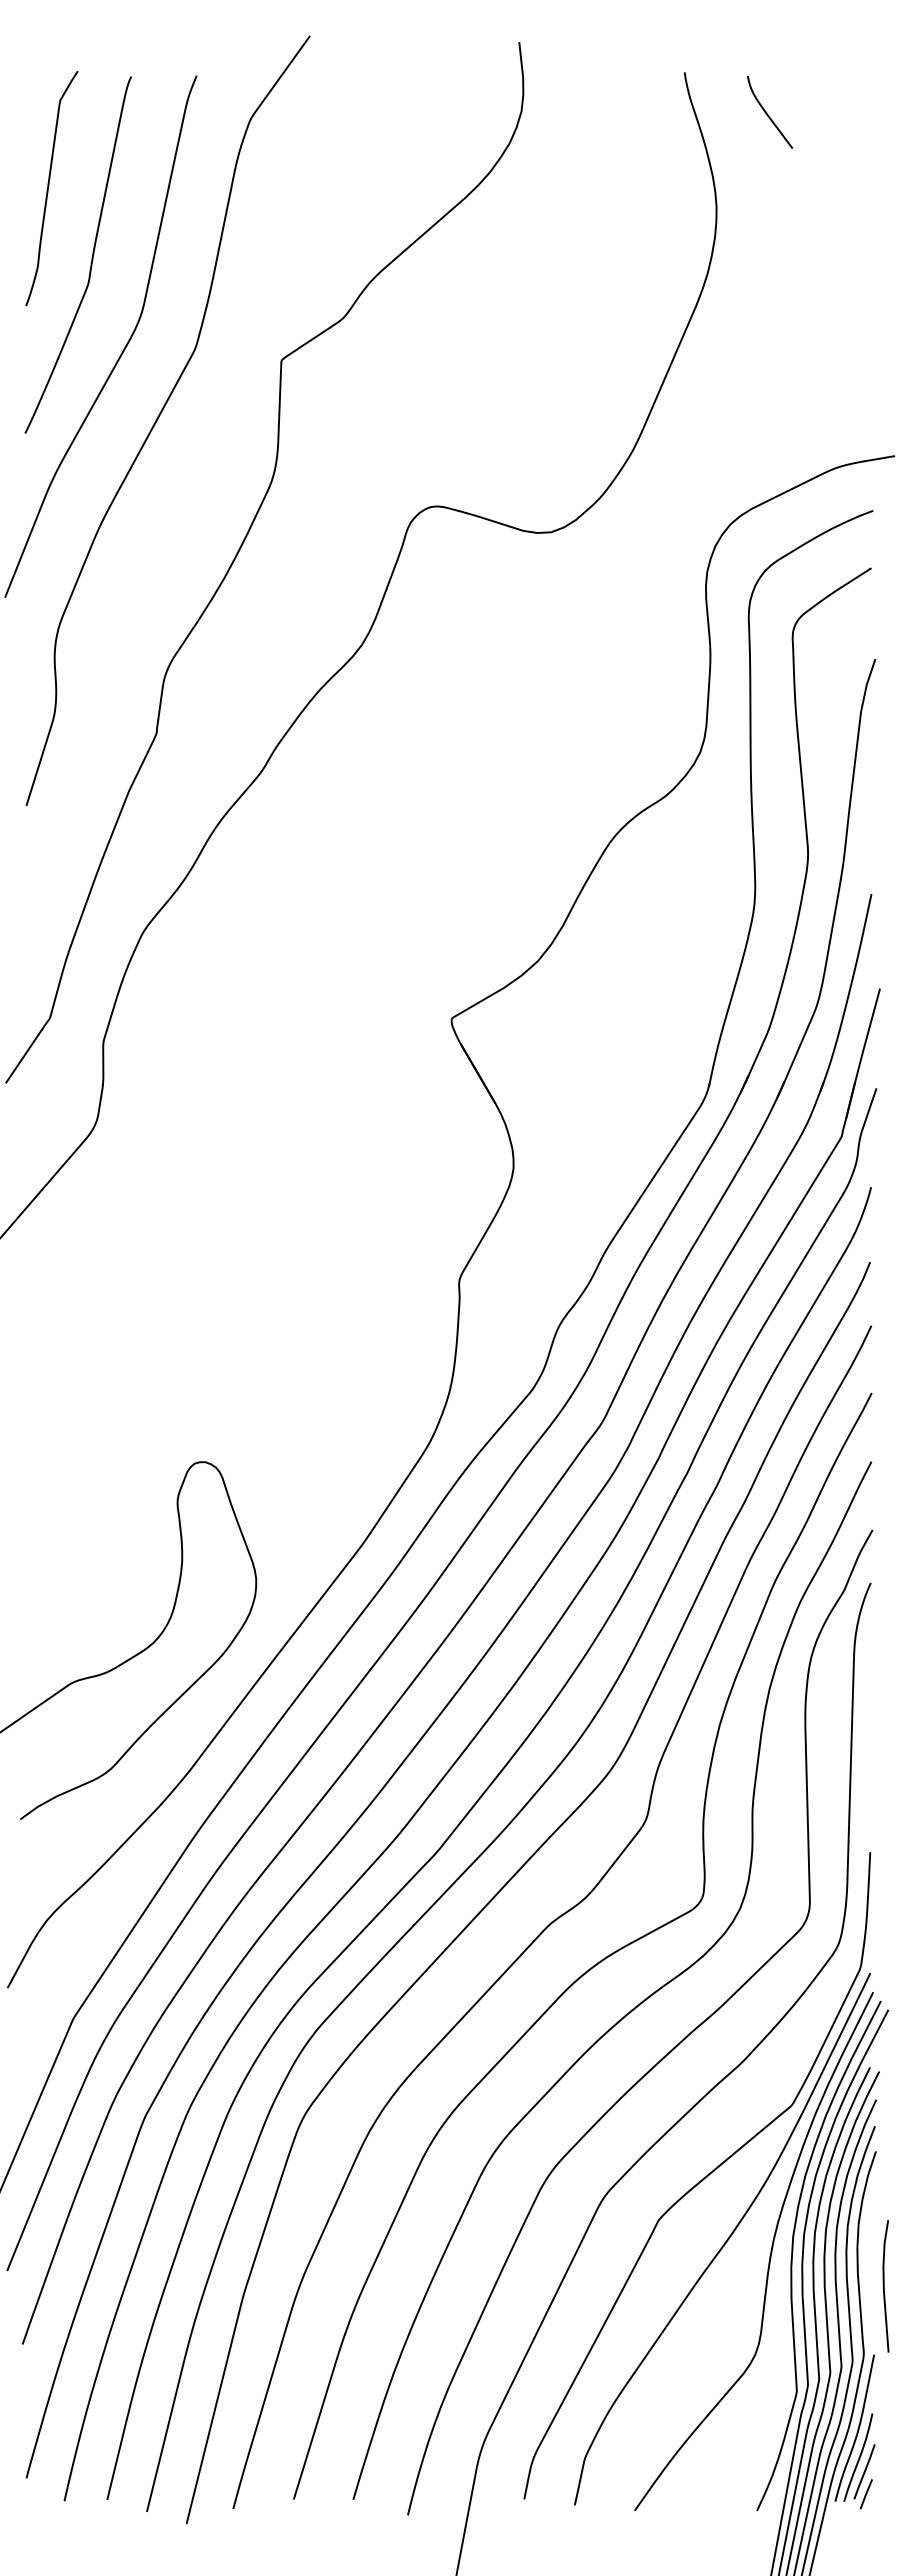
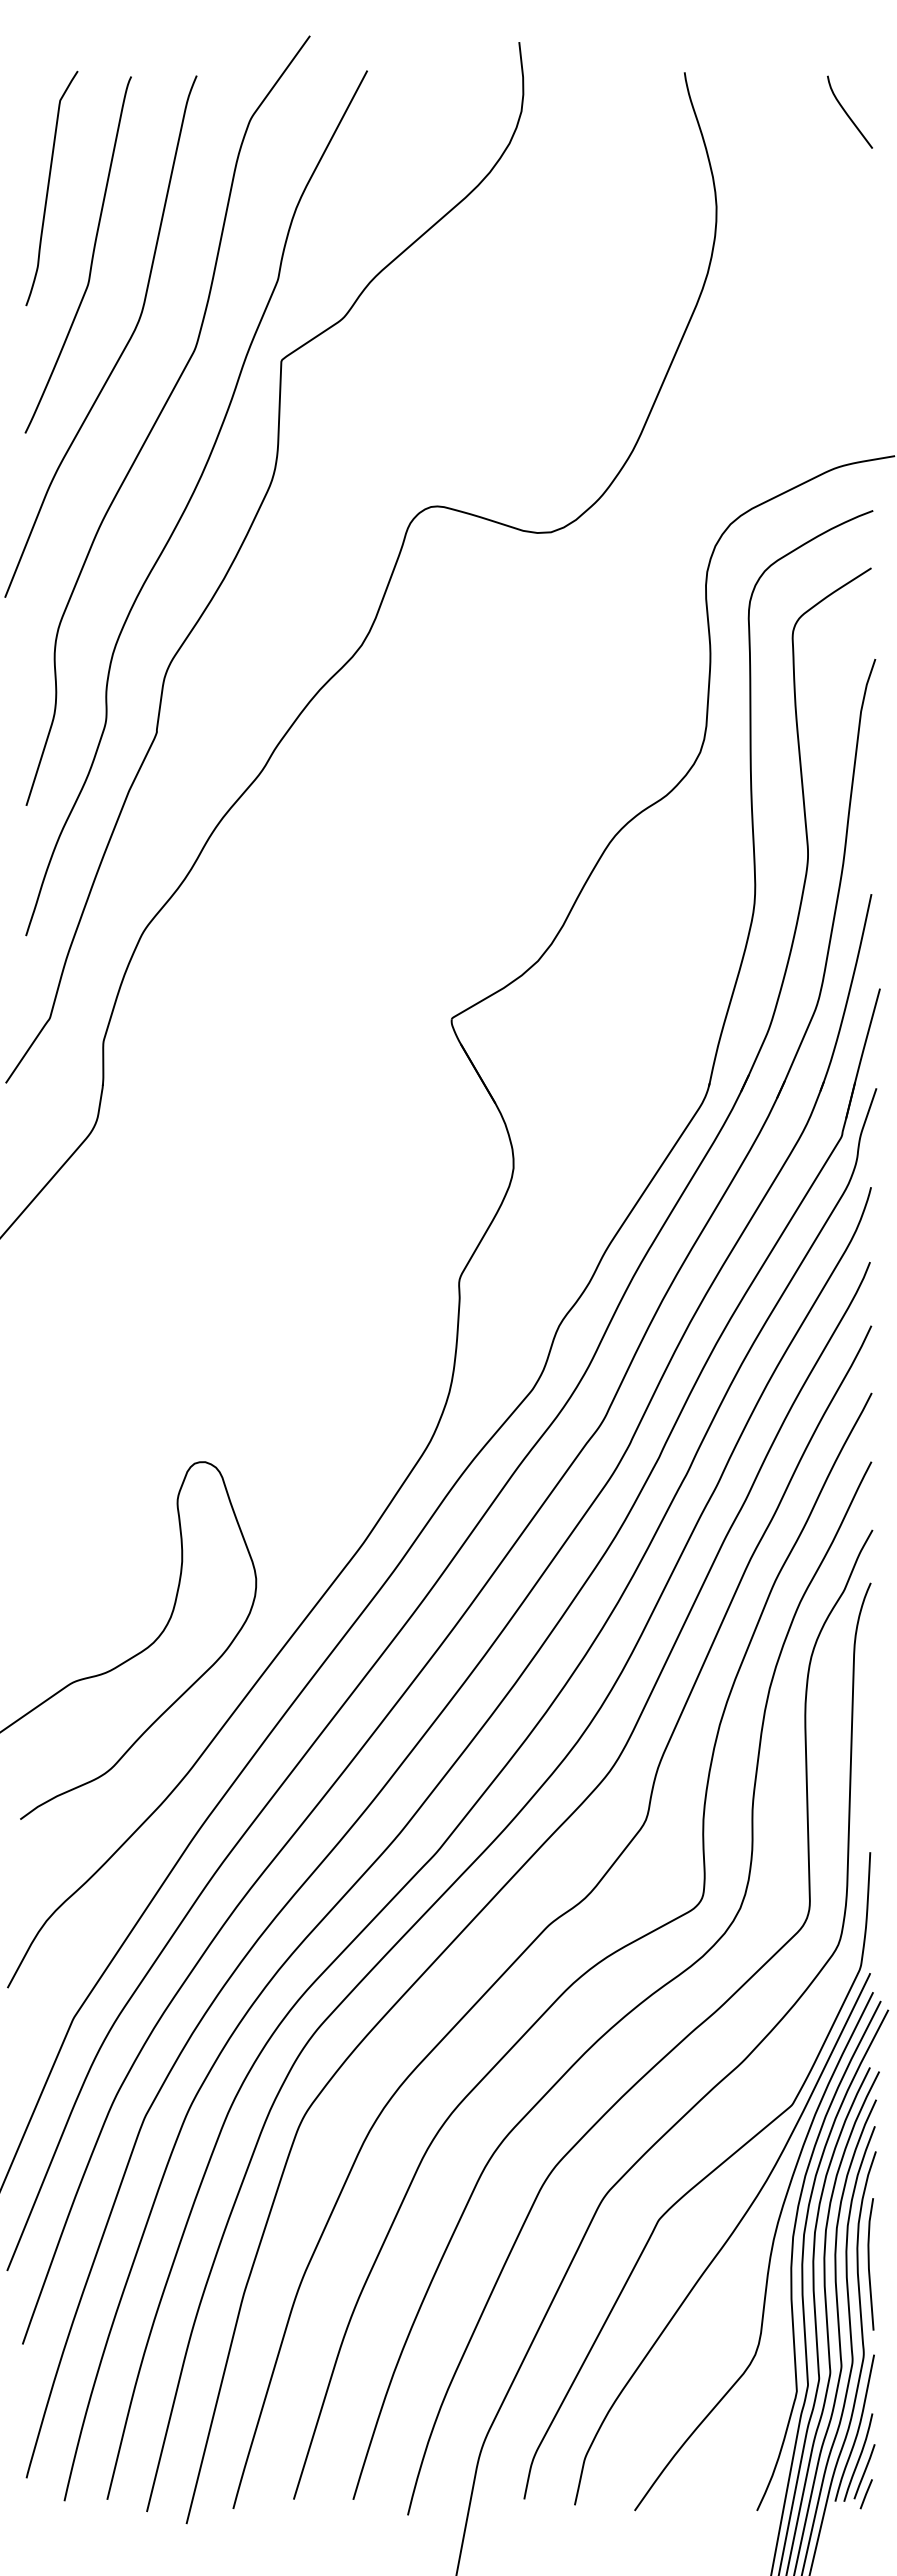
curve at (767, 113) position: (767, 113) -> (847, 113)
curve at (190, 501): none -> present
line at (884, 2286) position: (884, 2286) -> (869, 2264)
